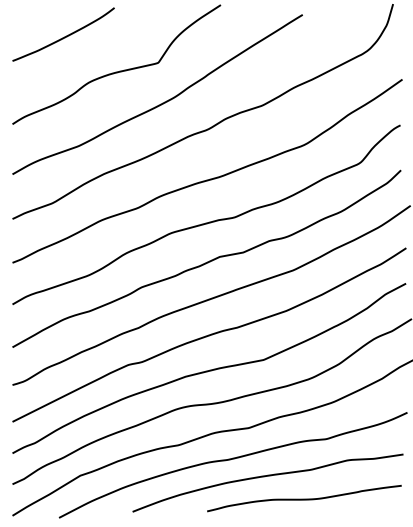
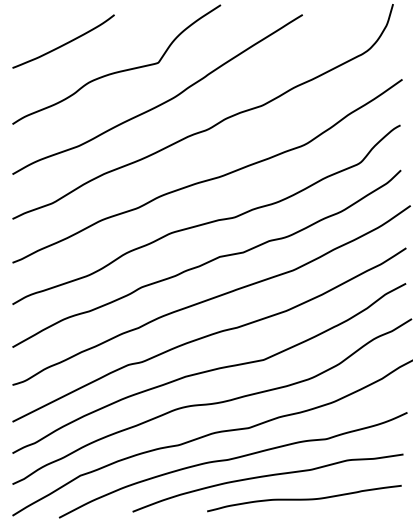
curve at (64, 36) position: (64, 36) -> (64, 43)
